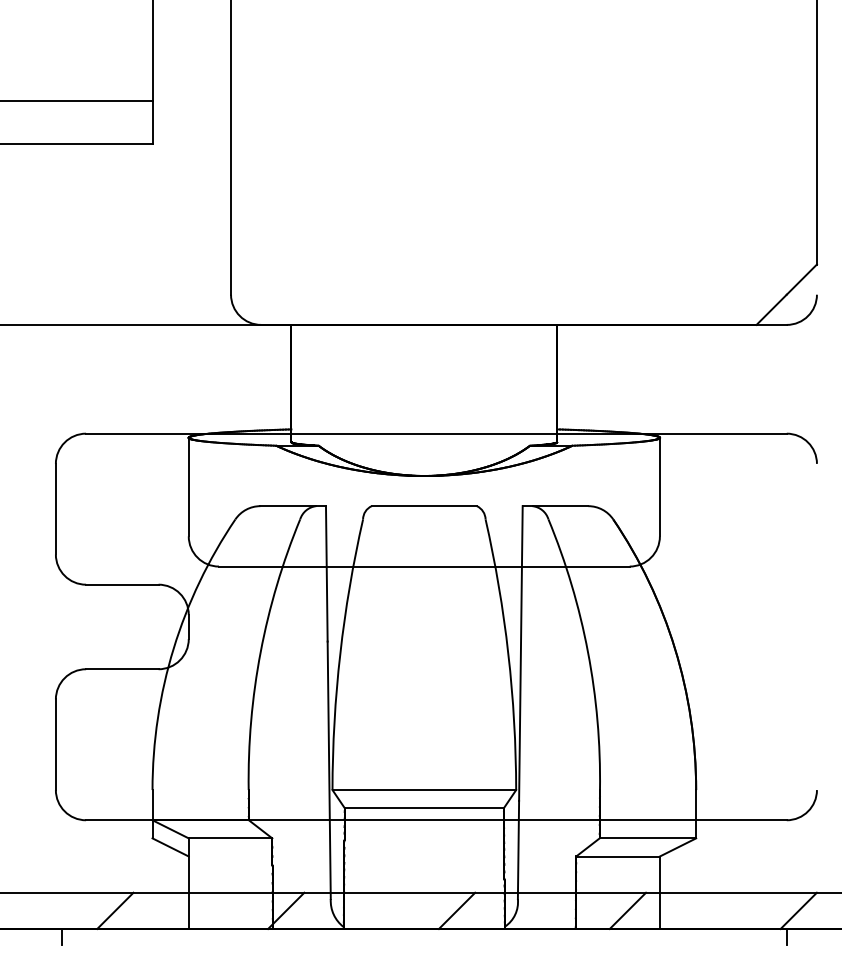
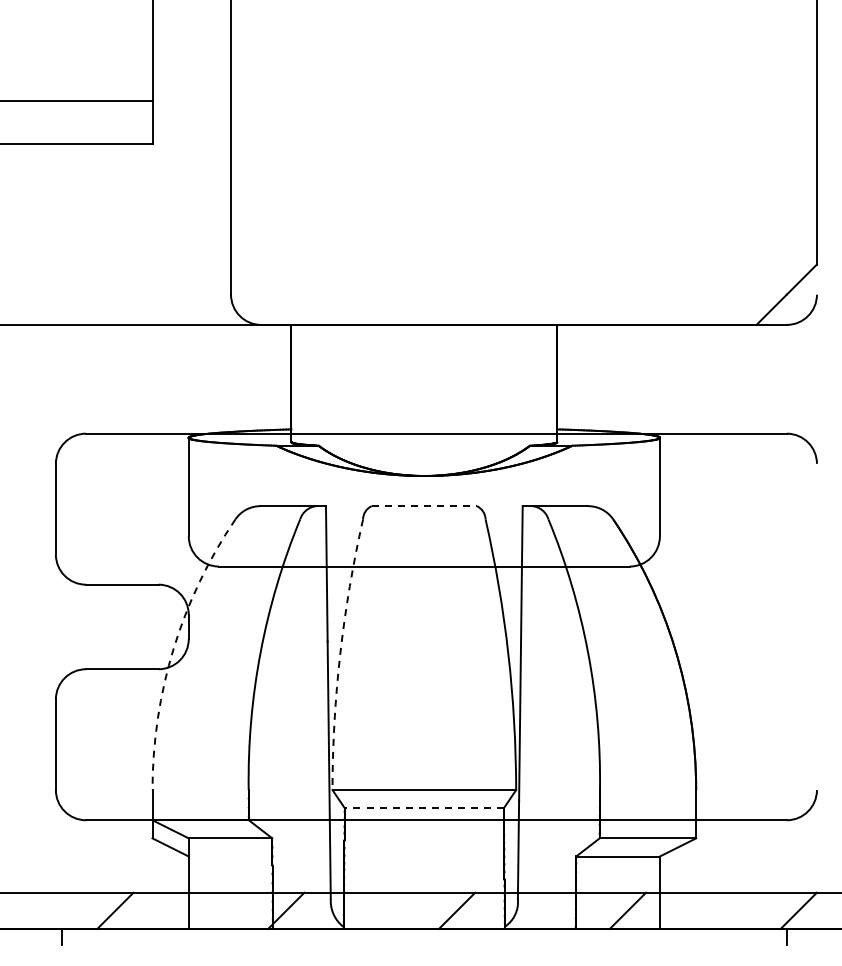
line at (424, 506): solid -> dashed
arc at (173, 648): solid -> dashed
arc at (340, 653): solid -> dashed
line at (424, 808): solid -> dashed
